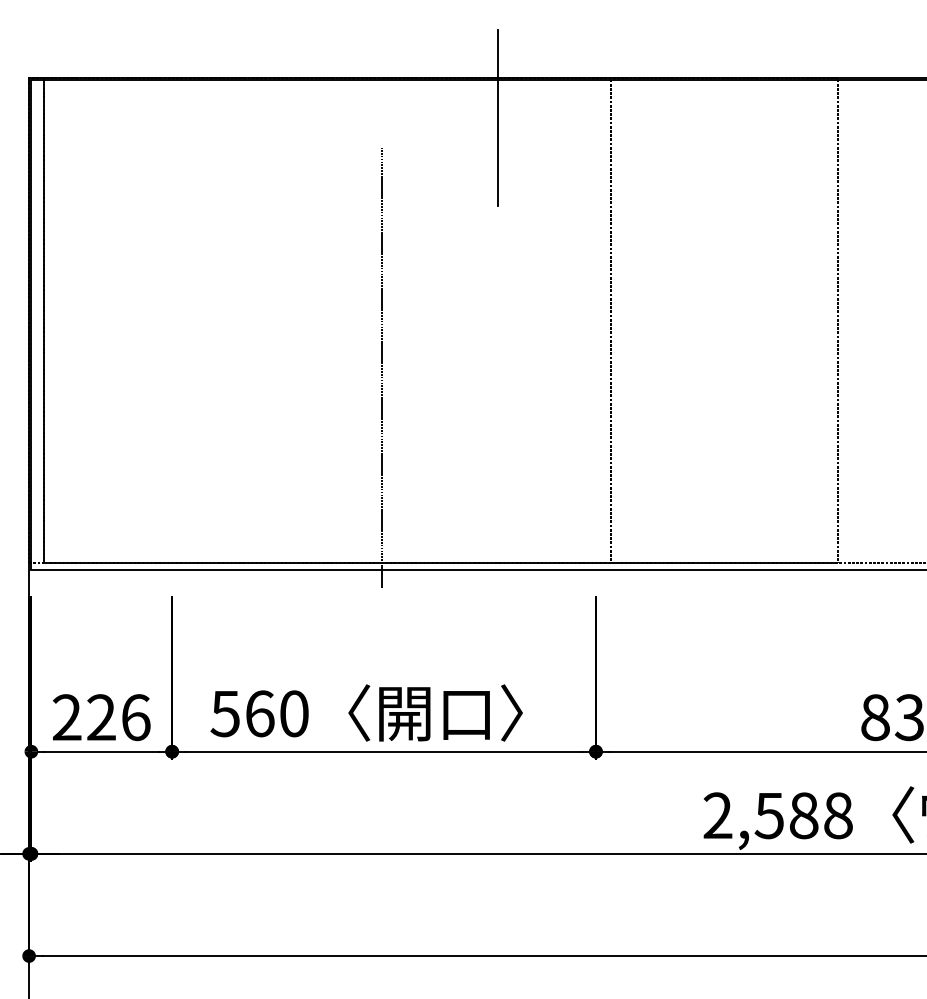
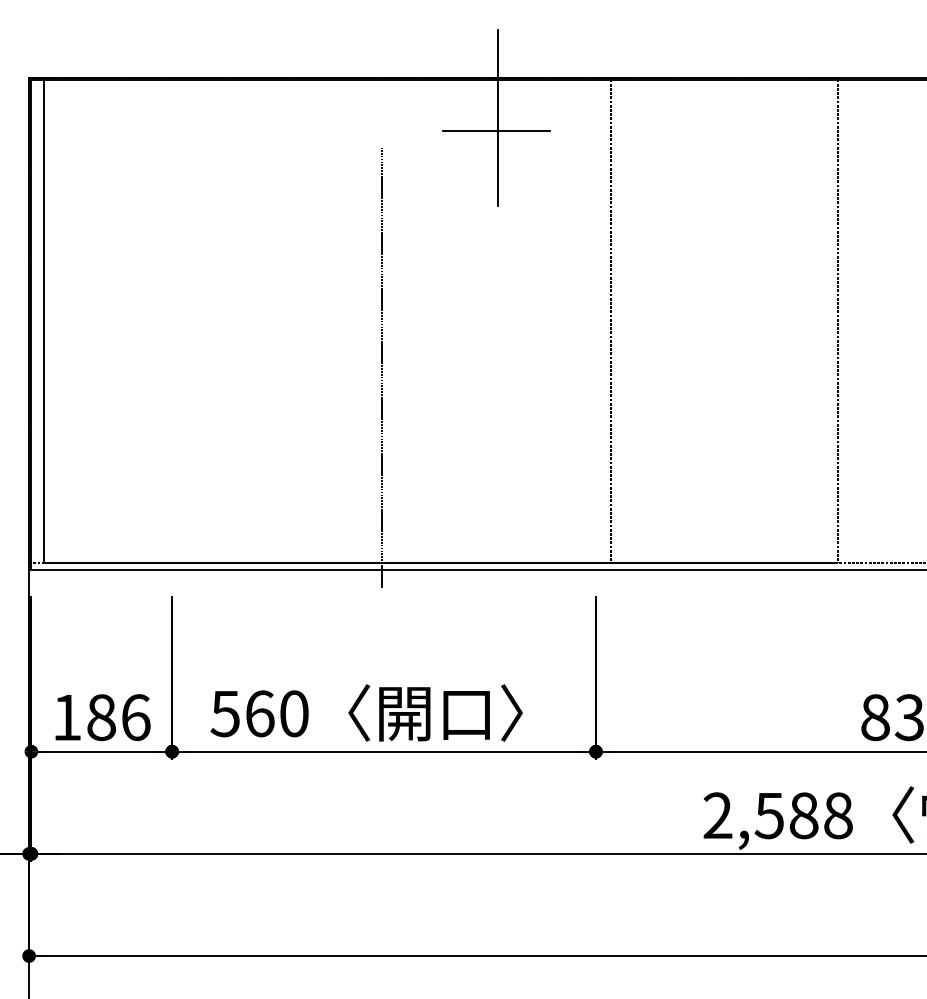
line at (495, 131): none -> present
text at (84, 717): 226 -> 186
